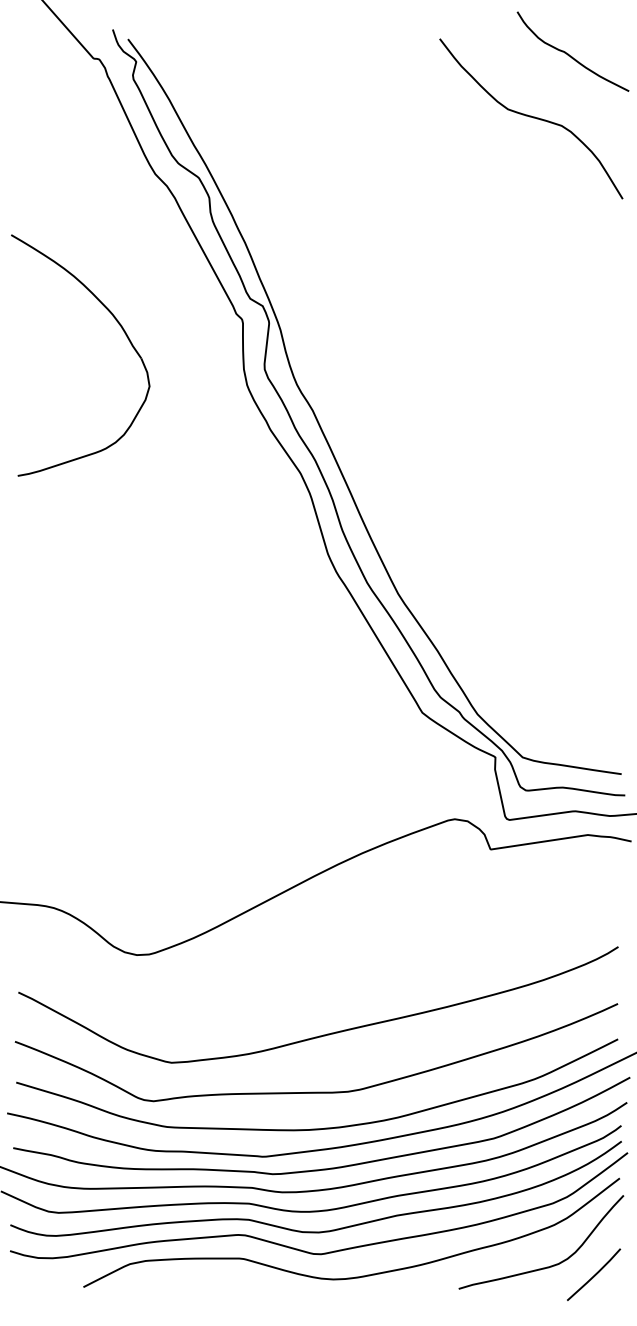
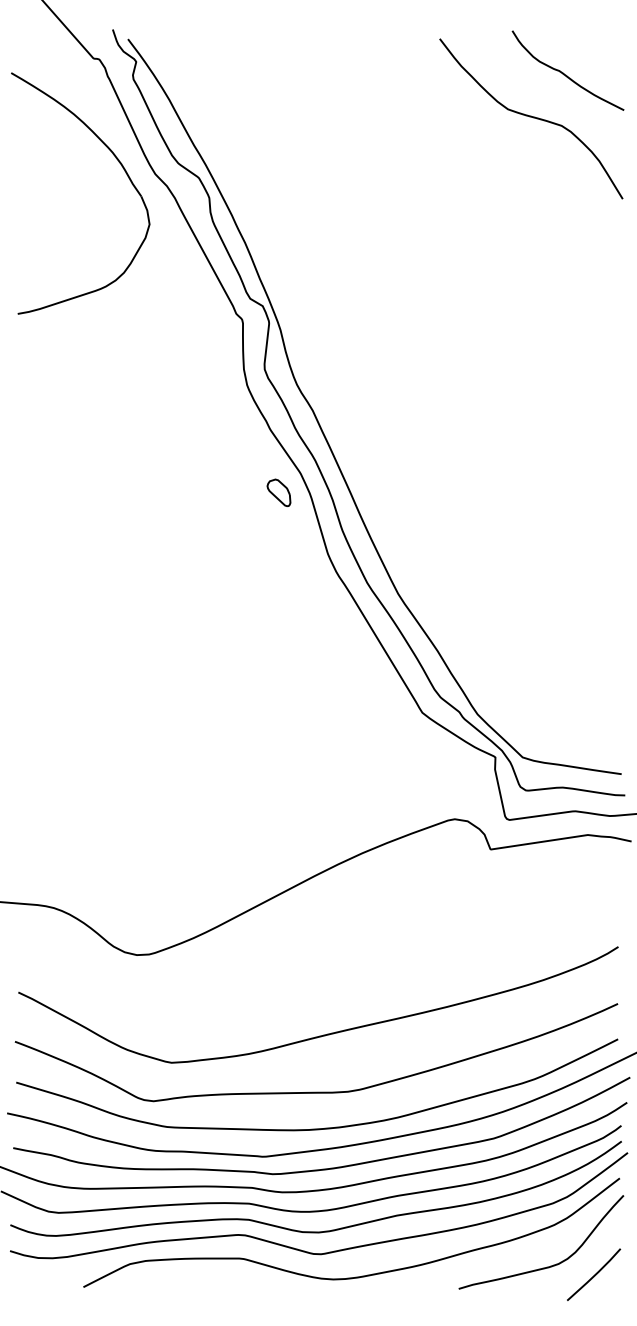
curve at (569, 54) position: (569, 54) -> (564, 73)
part at (122, 330) position: (122, 330) -> (122, 168)
part at (278, 492): none -> present
